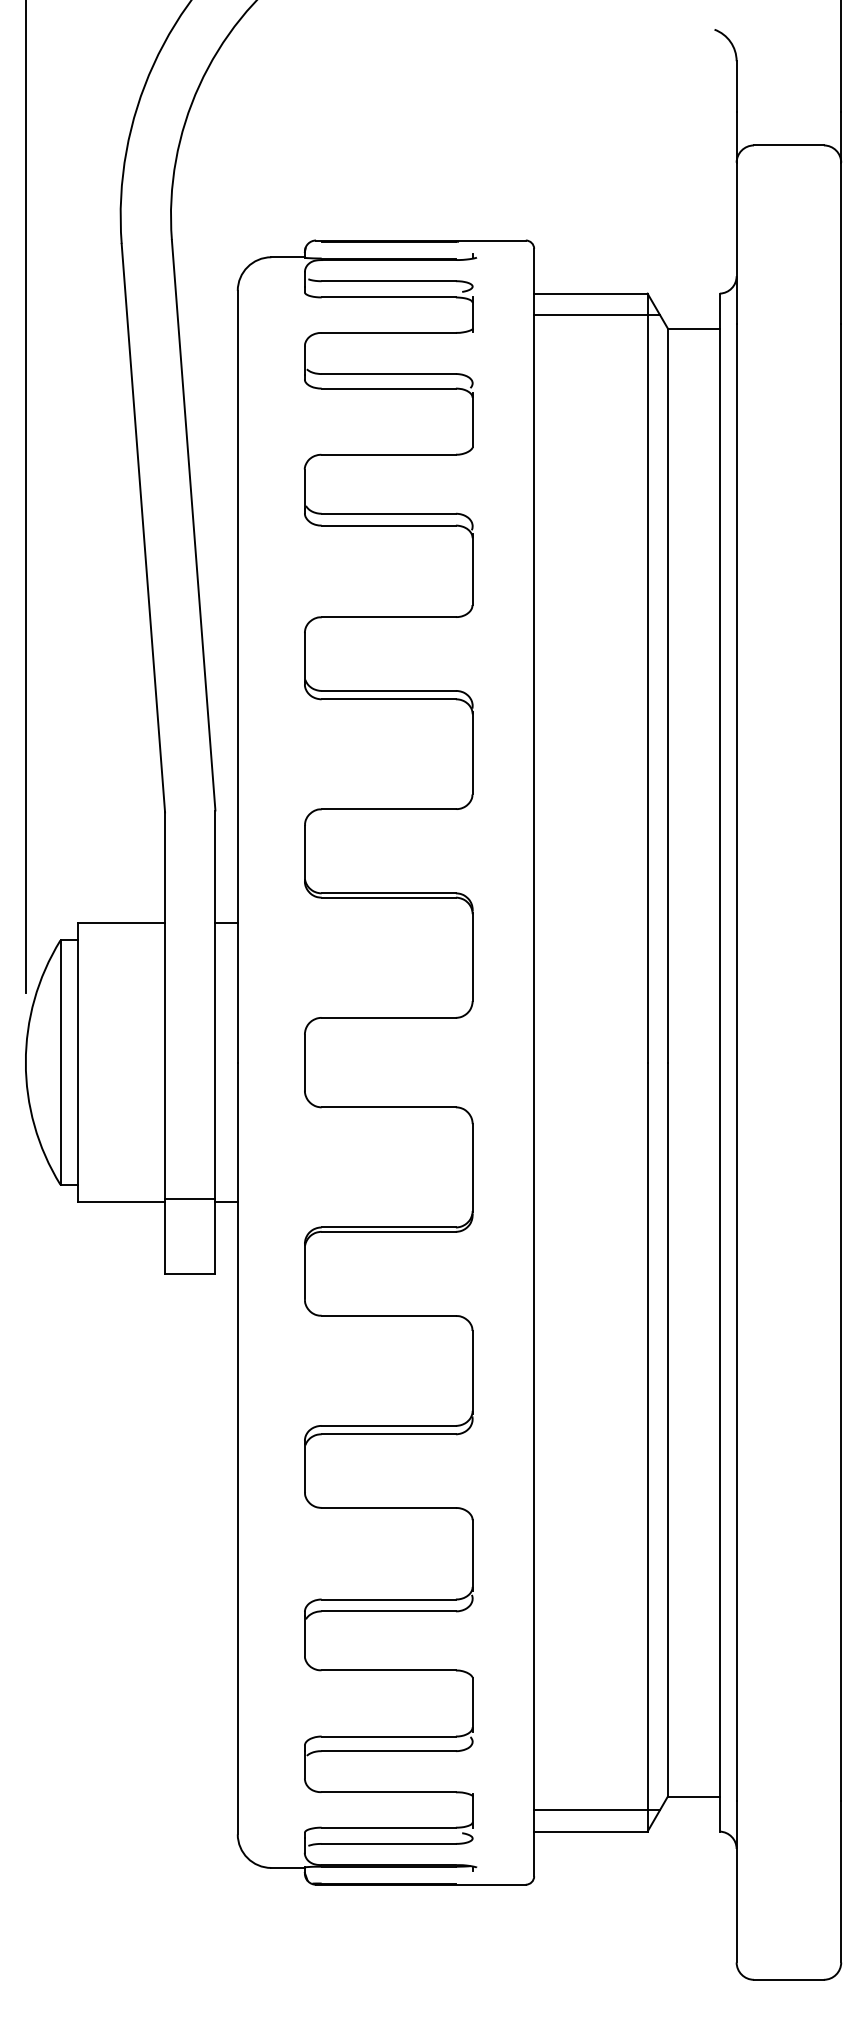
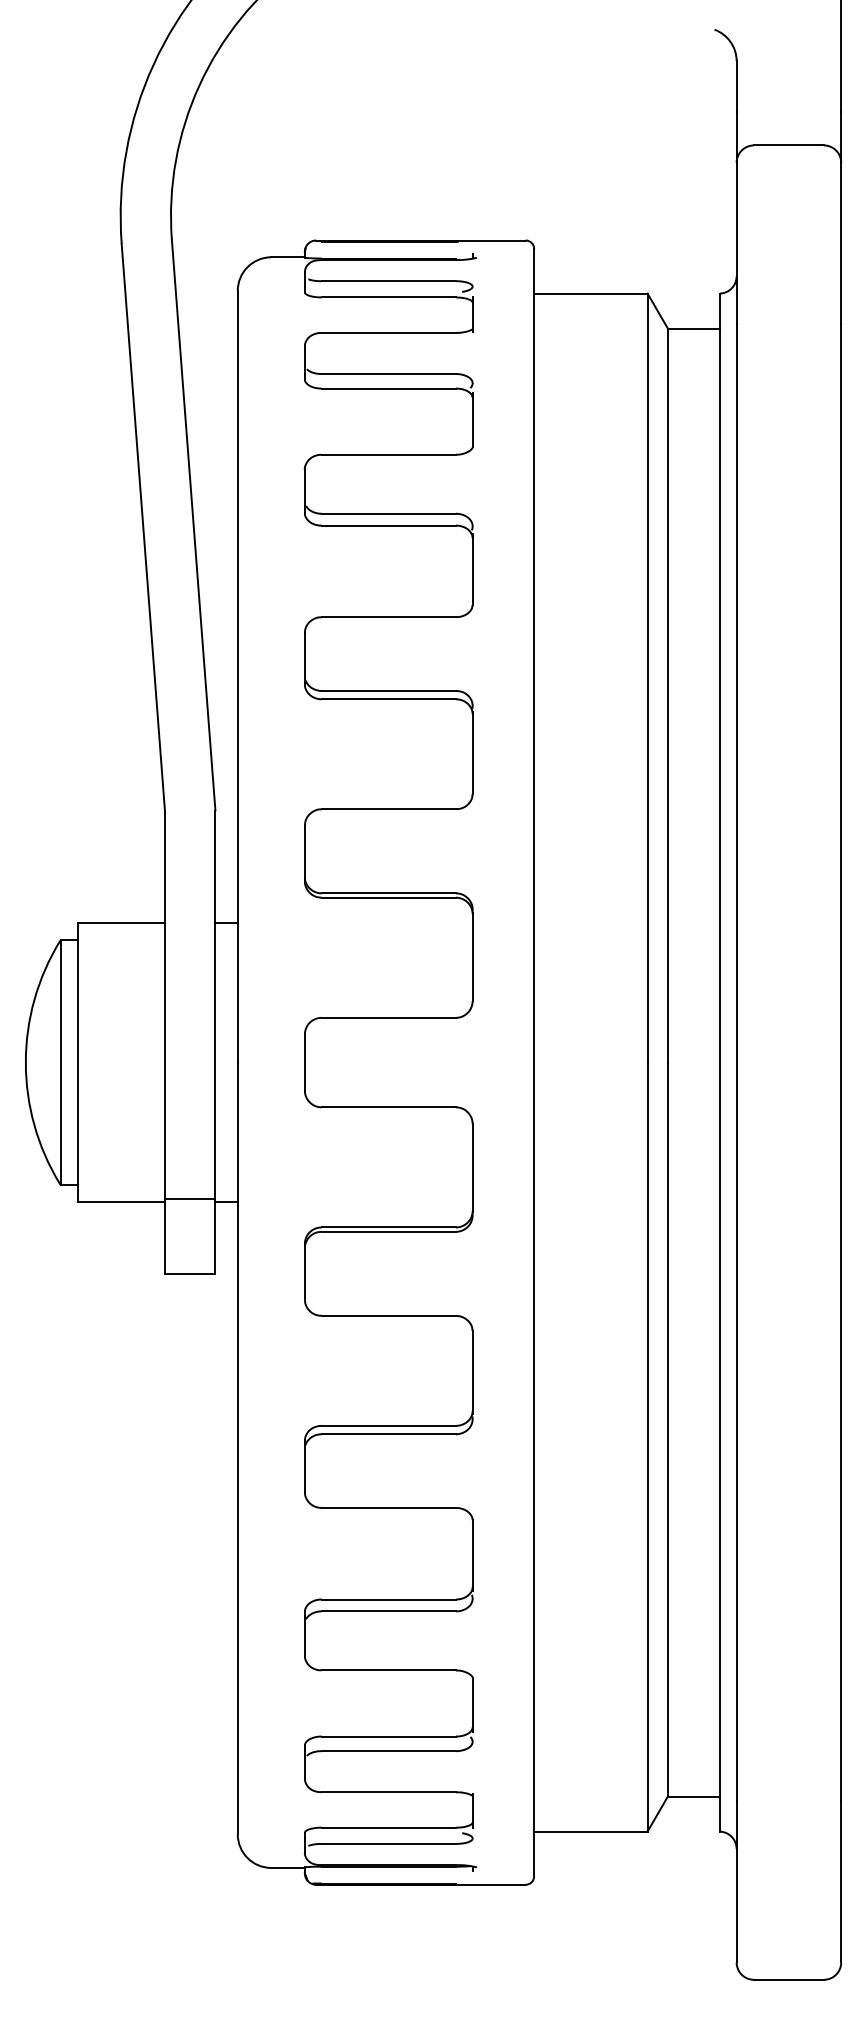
line at (597, 315): present -> none
line at (25, 497): present -> none
line at (597, 1810): present -> none
